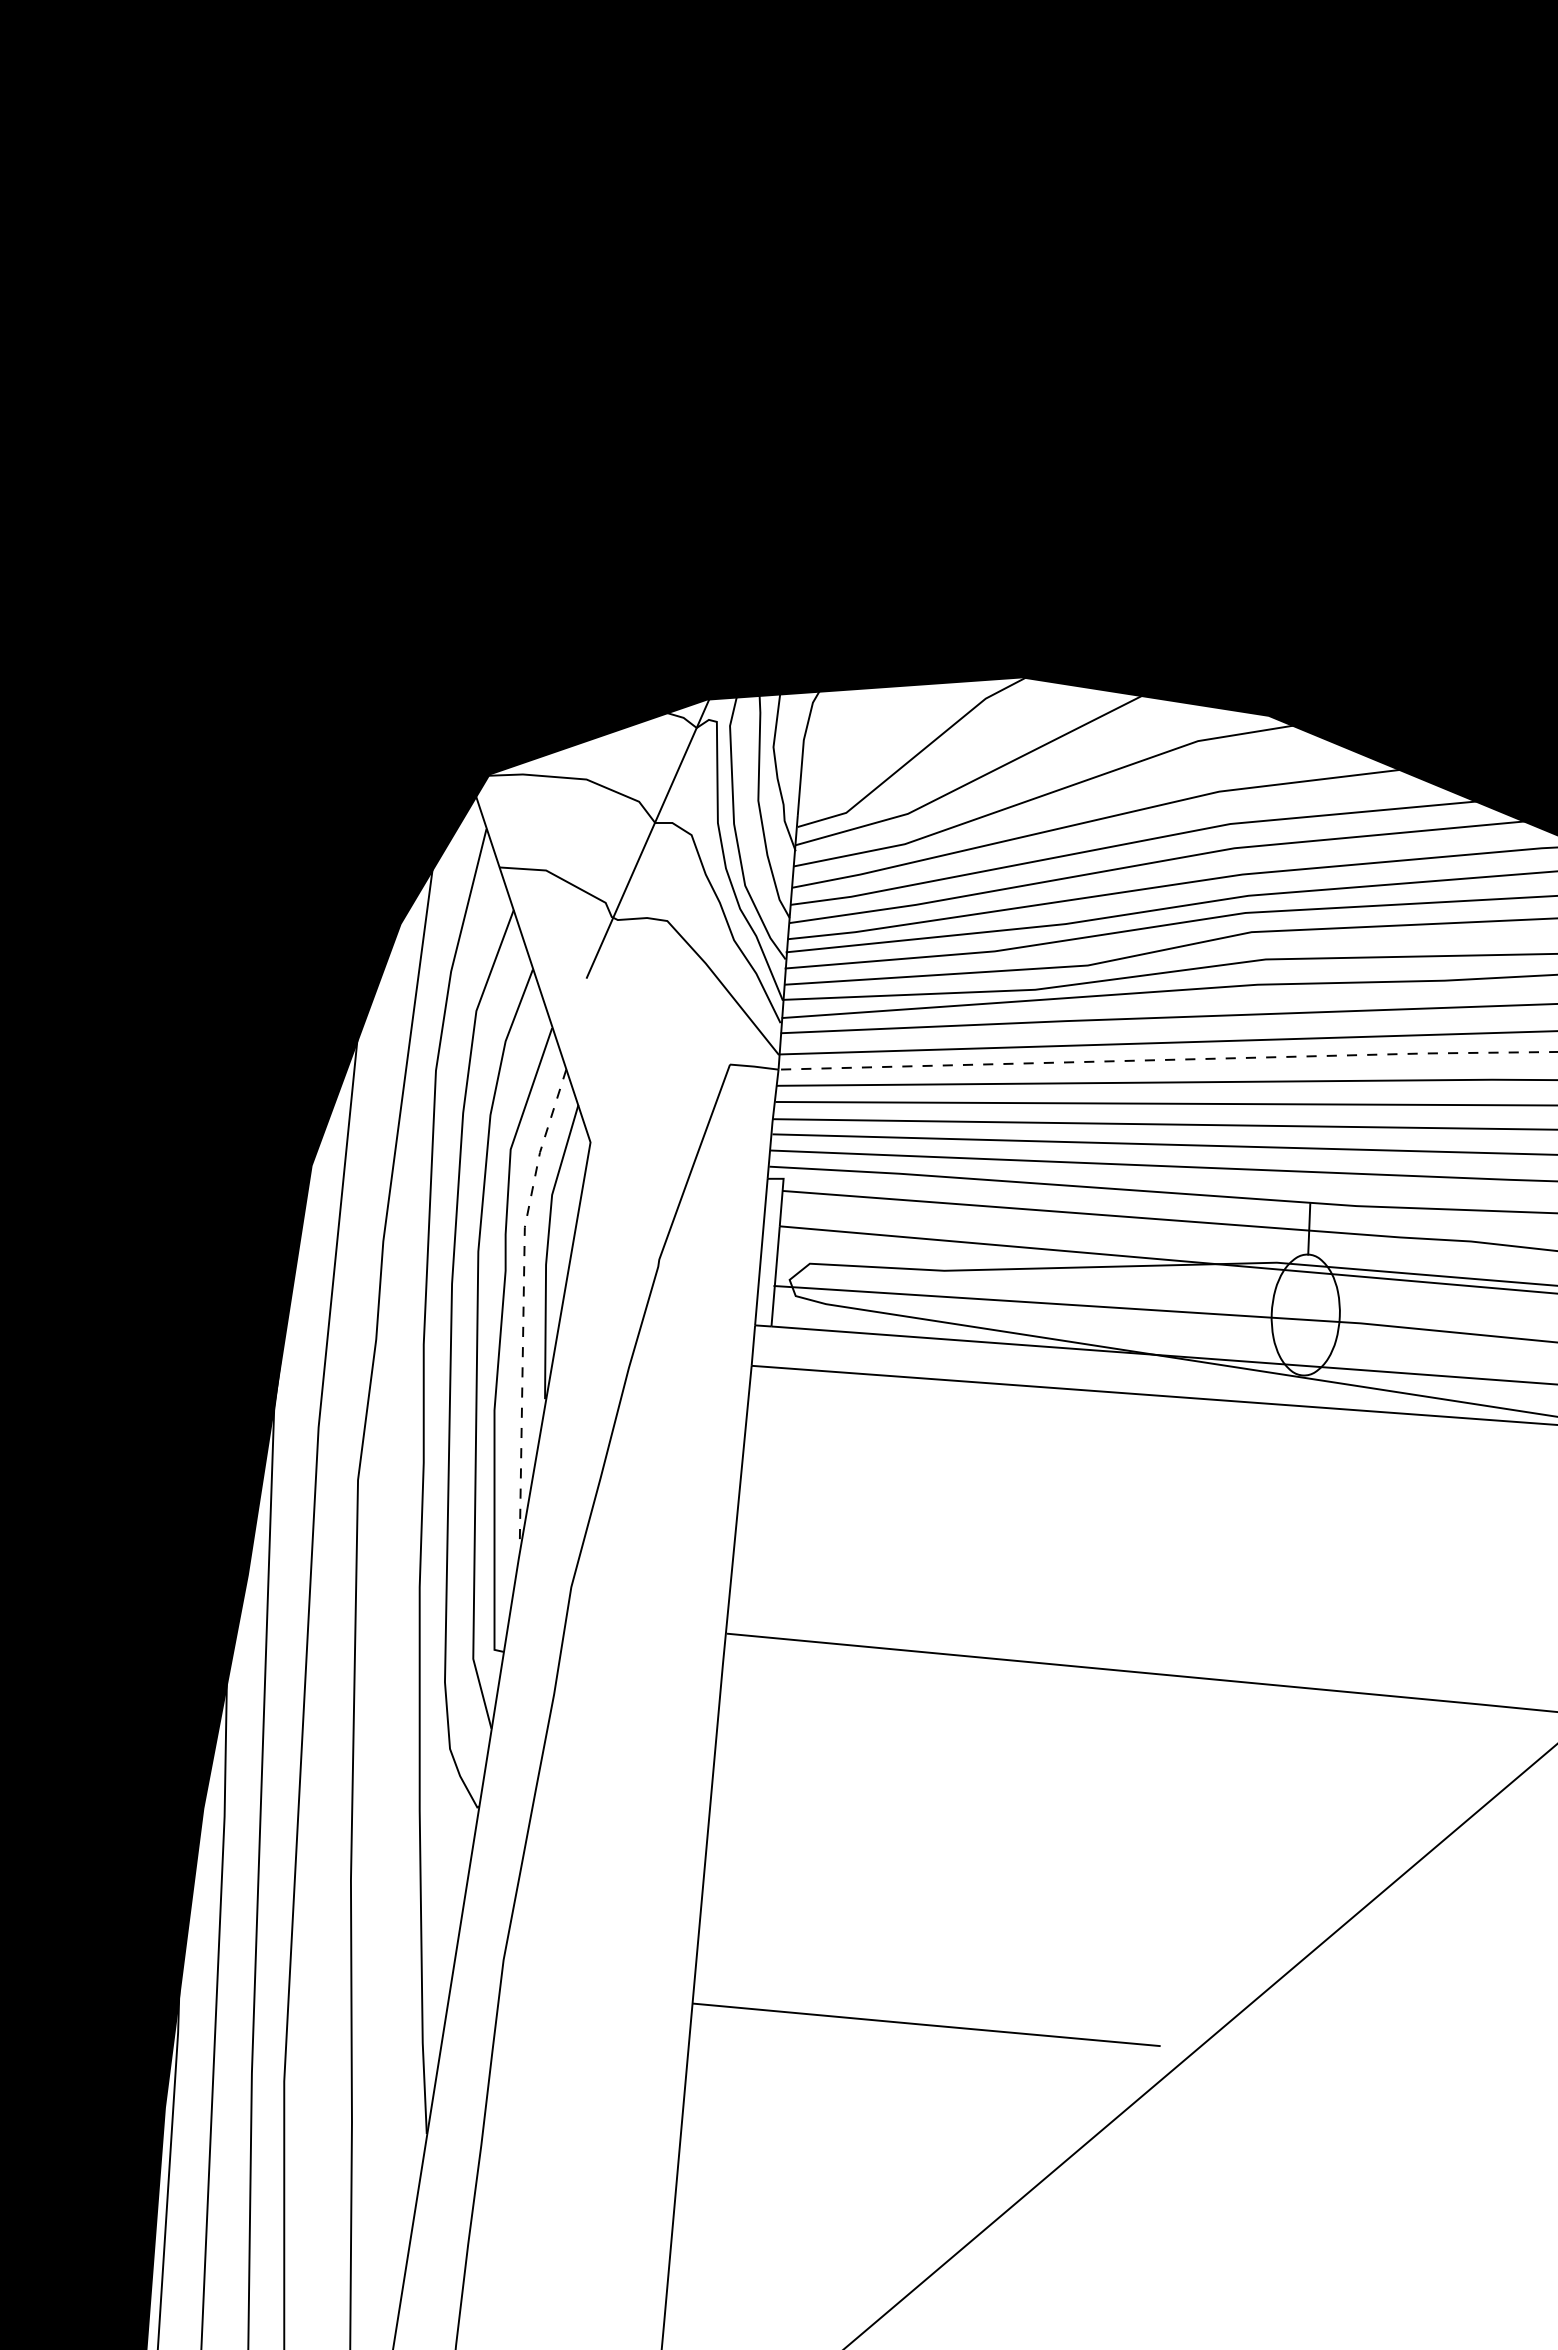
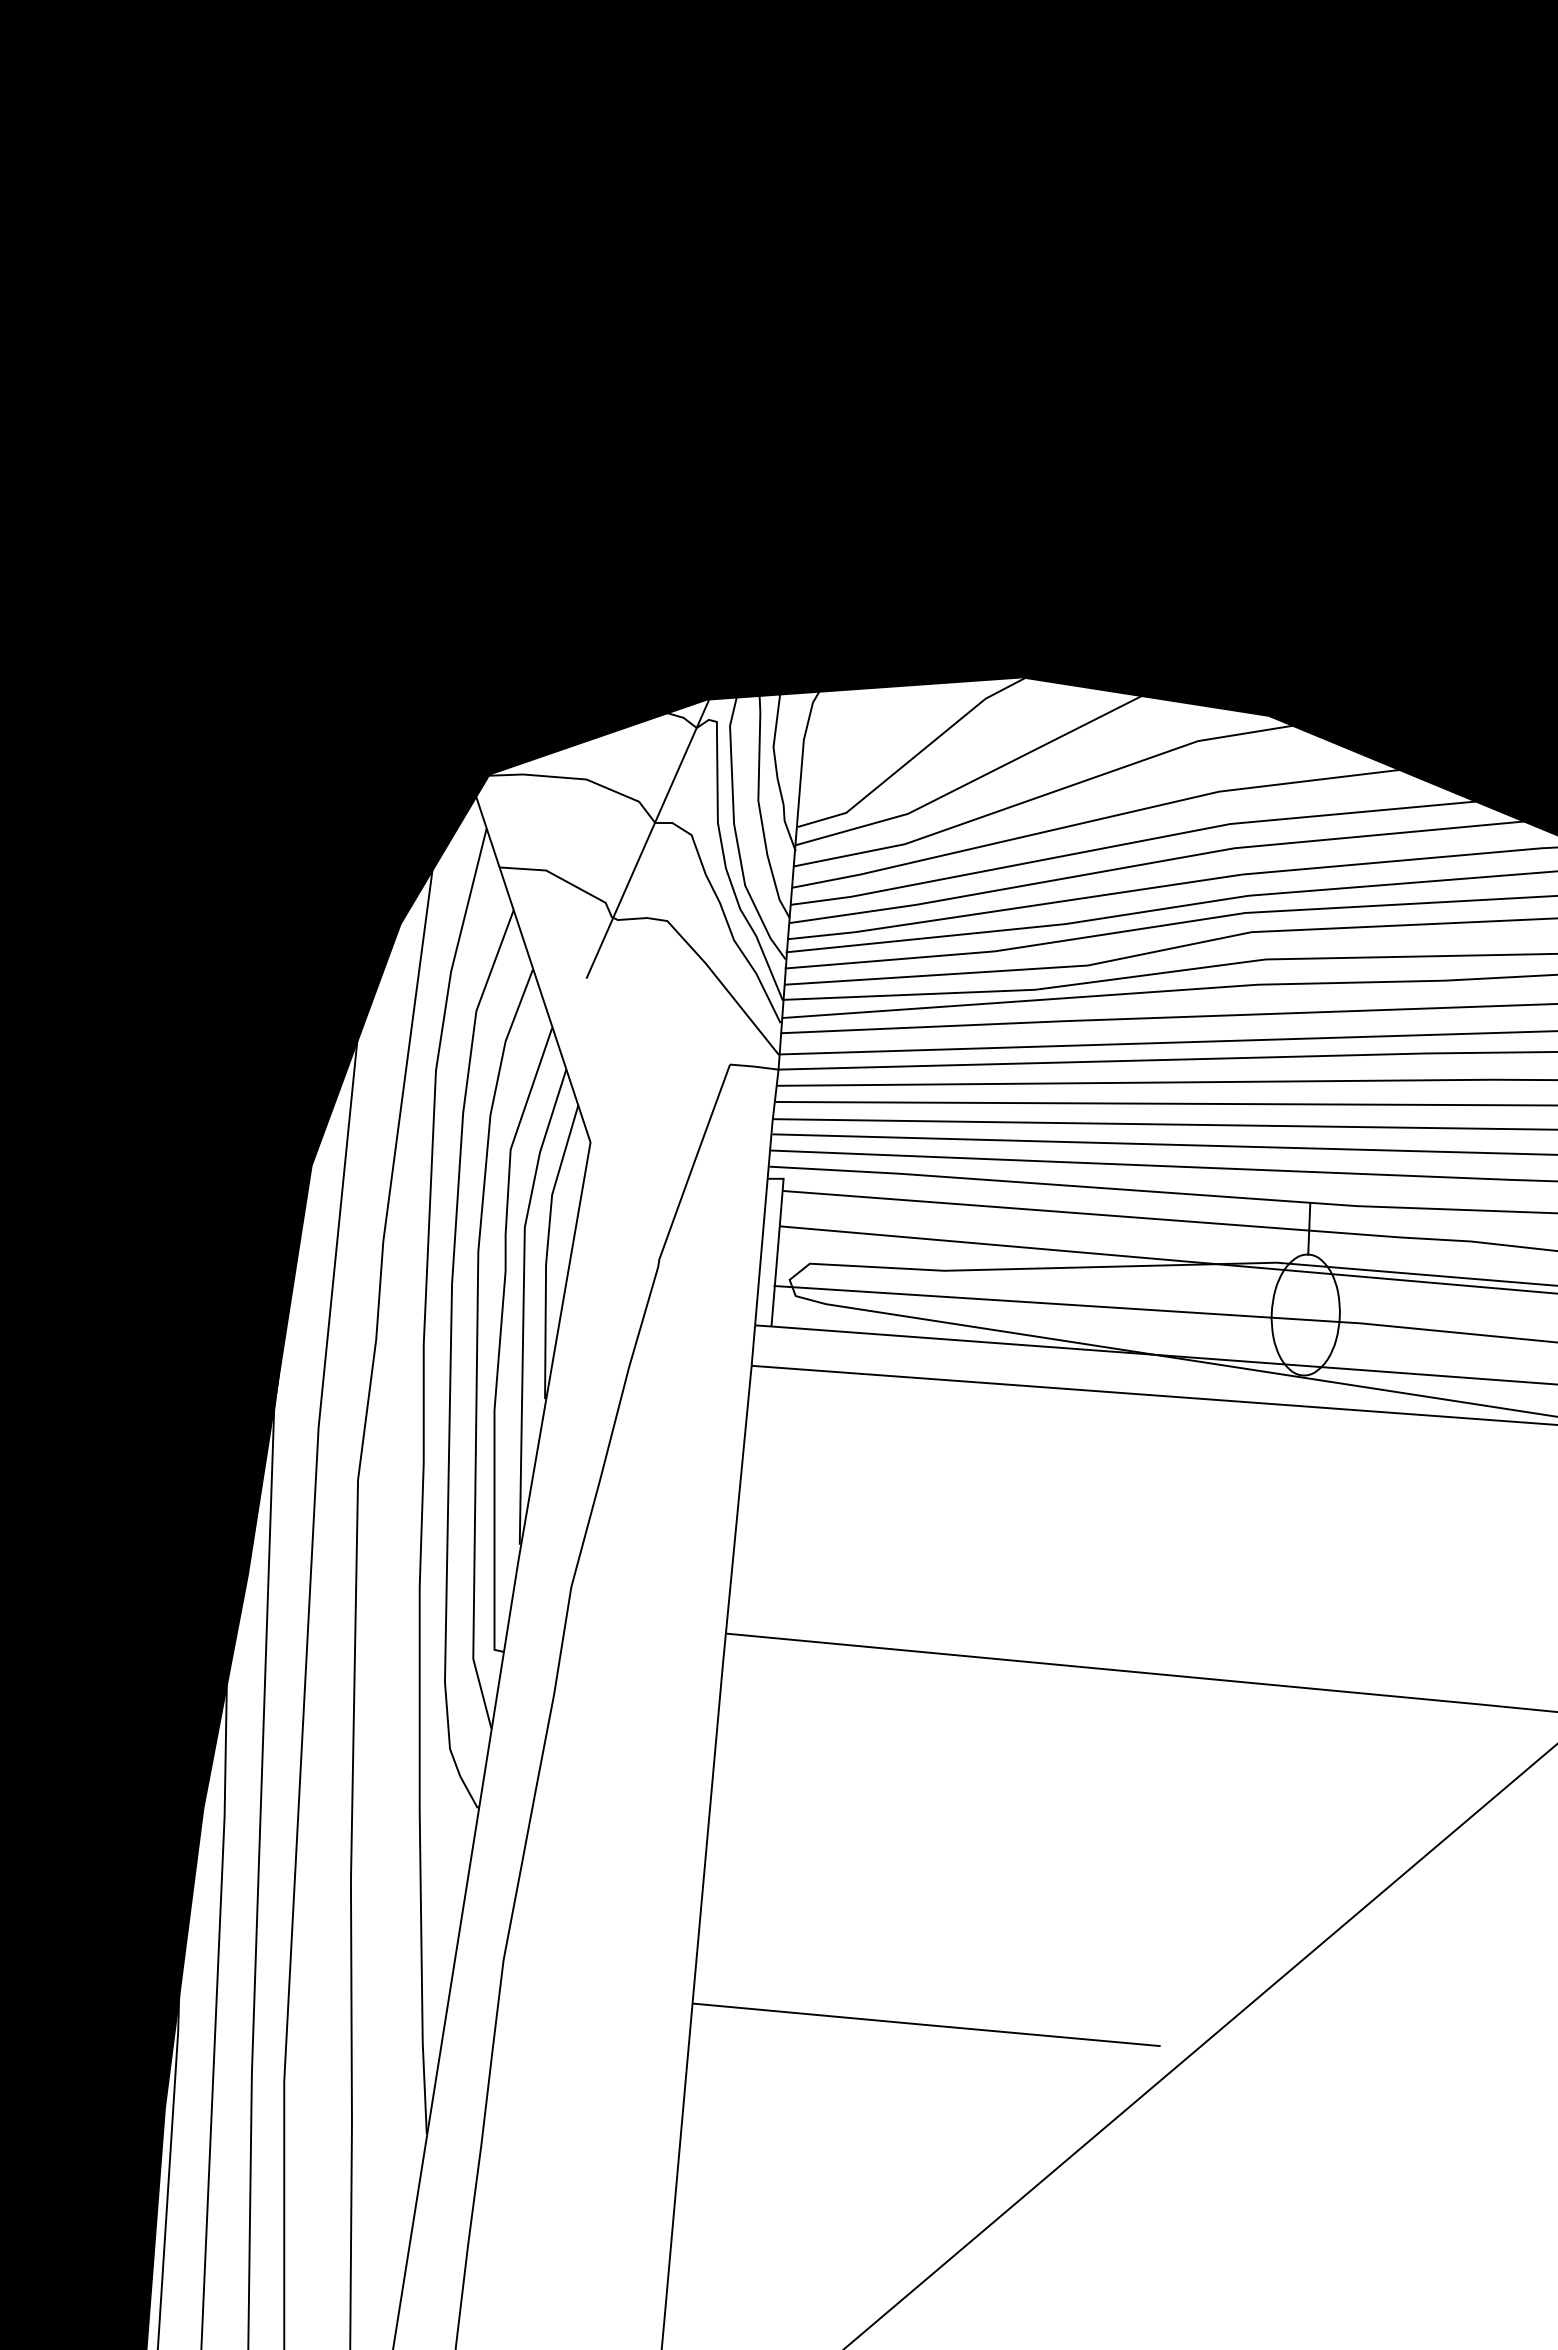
line at (1167, 1059): dashed -> solid
line at (523, 1303): dashed -> solid
